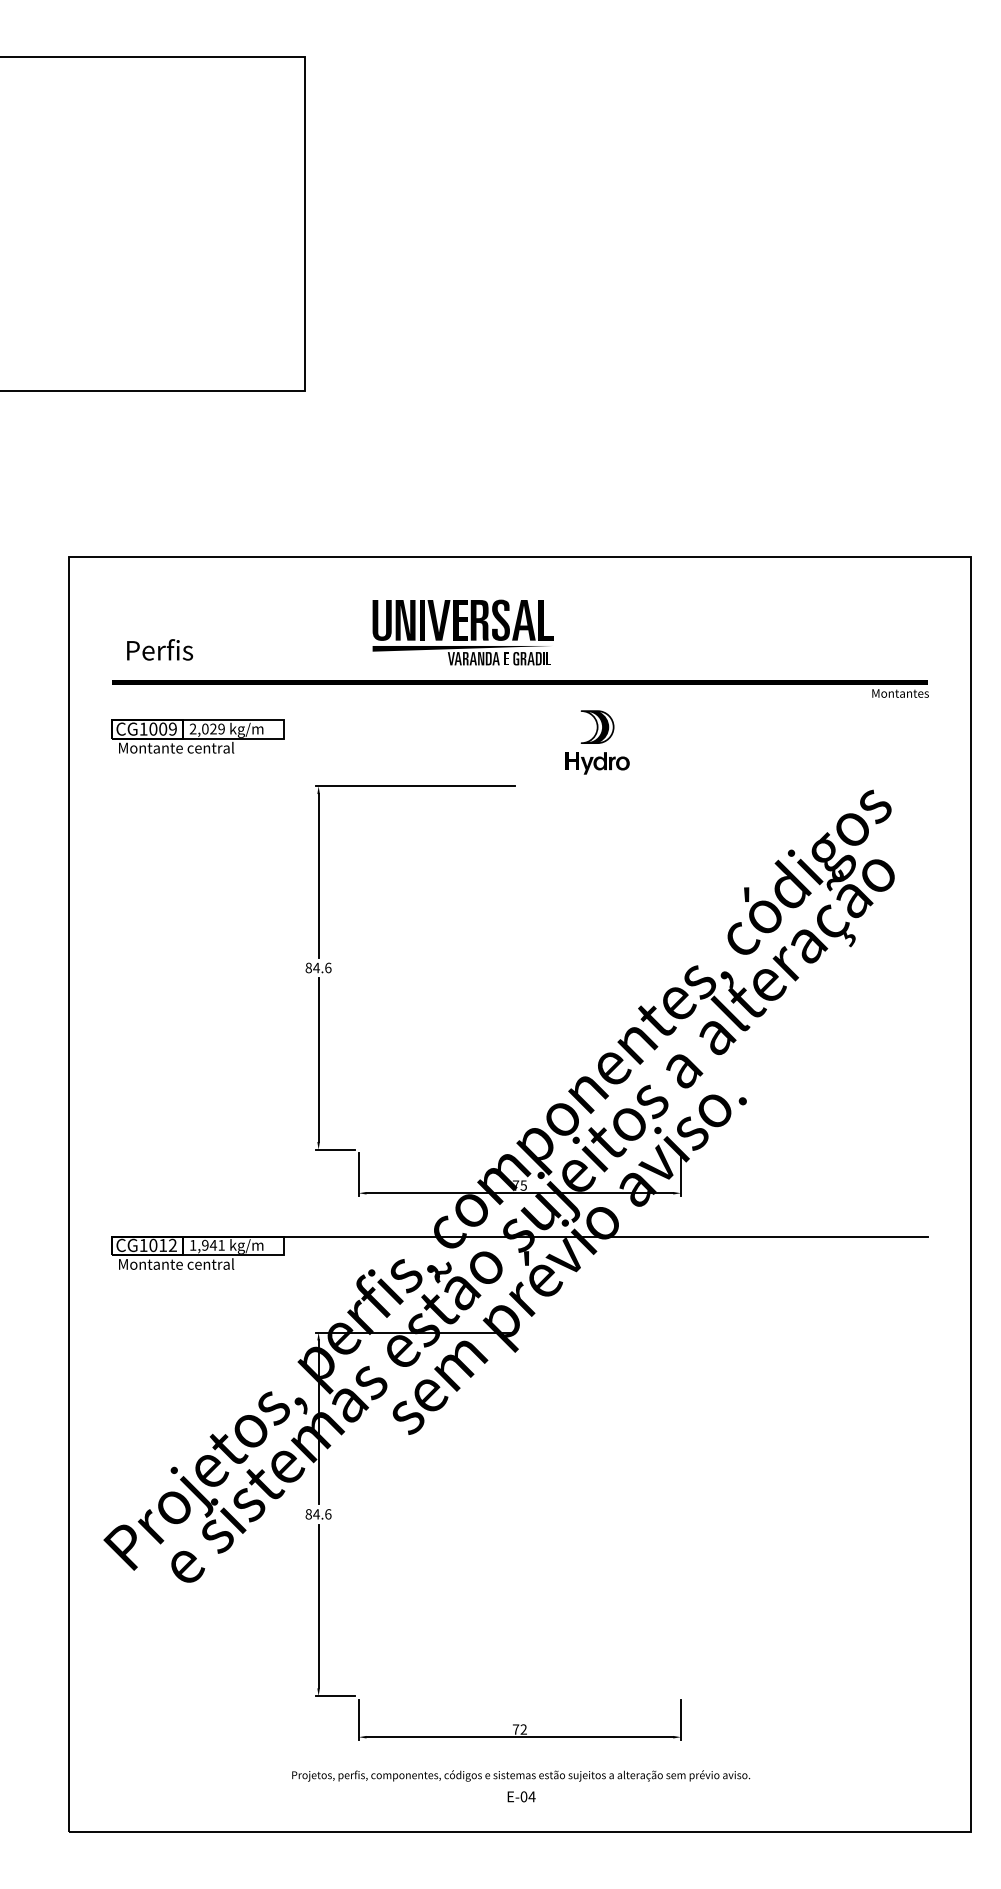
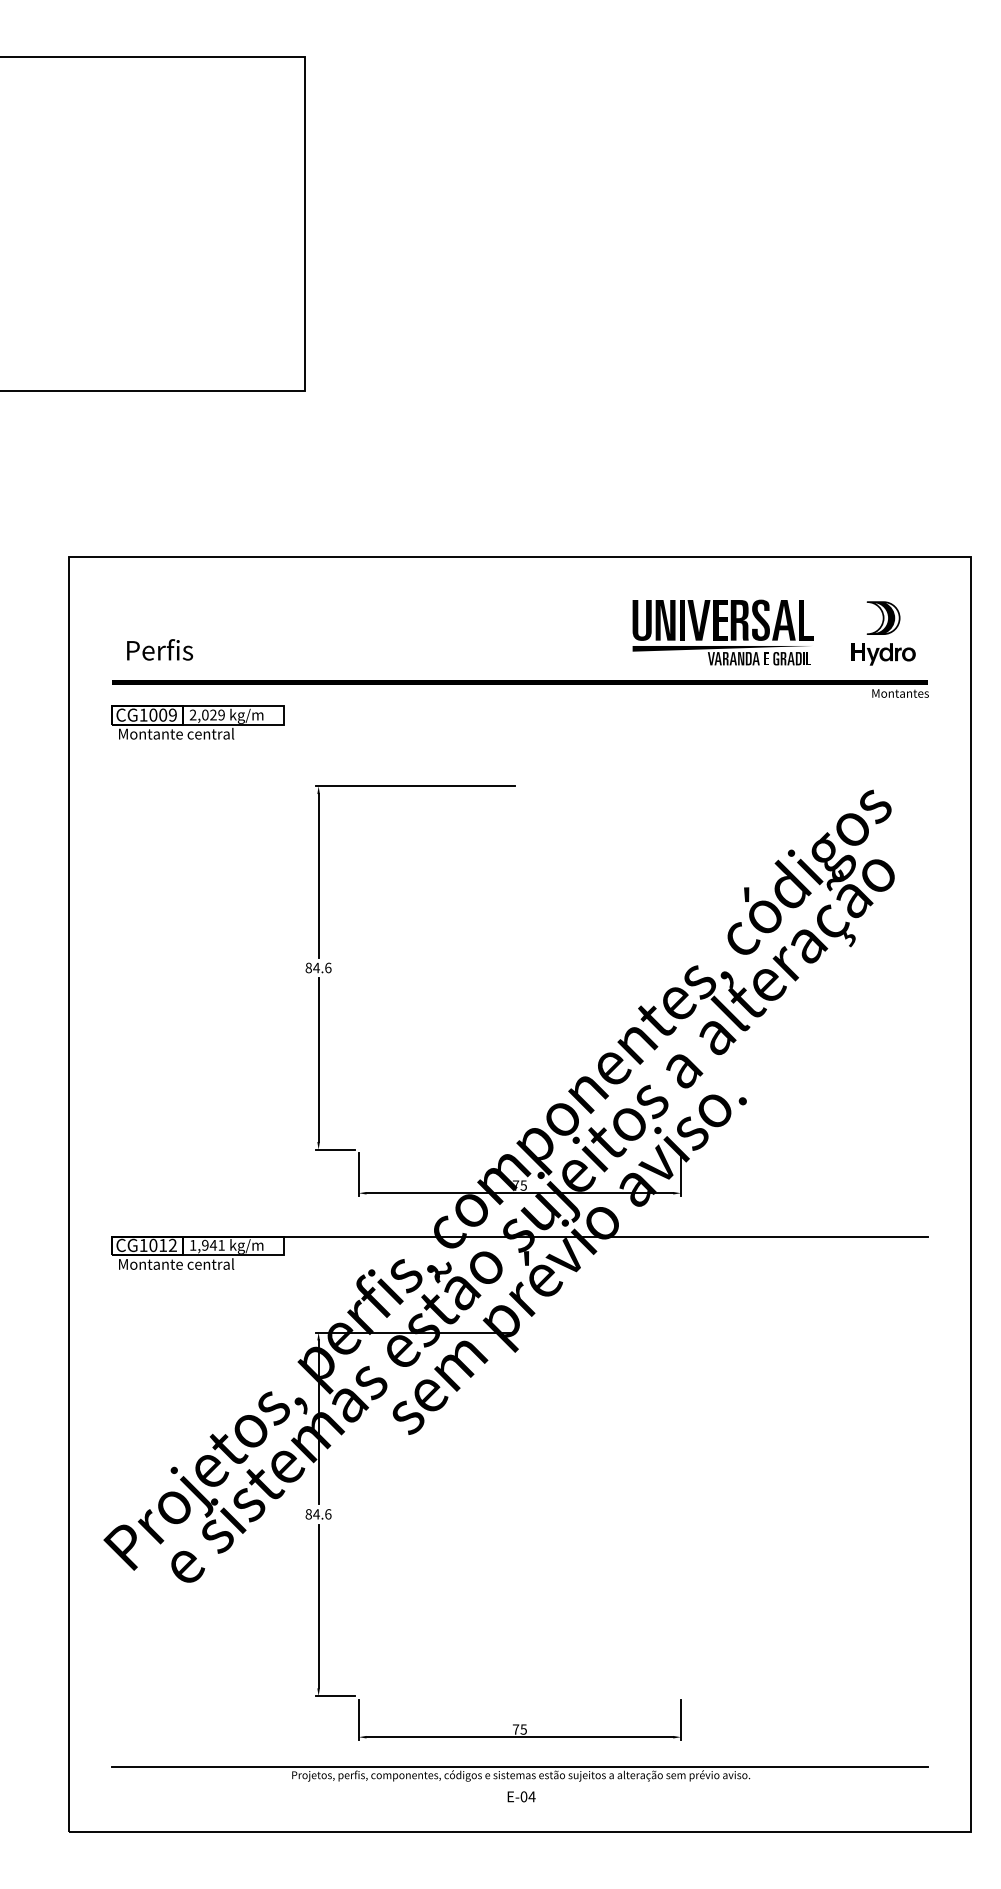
part at (462, 632) position: (462, 632) -> (722, 632)
part at (197, 736) position: (197, 736) -> (197, 722)
part at (597, 742) position: (597, 742) -> (883, 633)
text at (523, 1729): 72 -> 75
line at (519, 1766): none -> present
